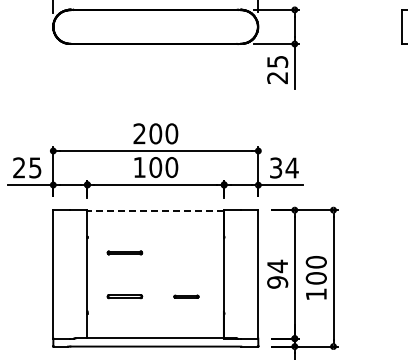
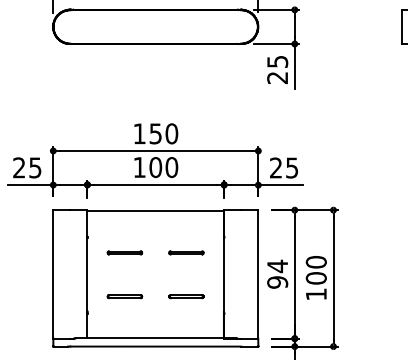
text at (147, 133): 200 -> 150
text at (284, 167): 34 -> 25
line at (155, 211): dashed -> solid
part at (186, 252): none -> present
part at (186, 296) size: 27x5 px -> 37x6 px
